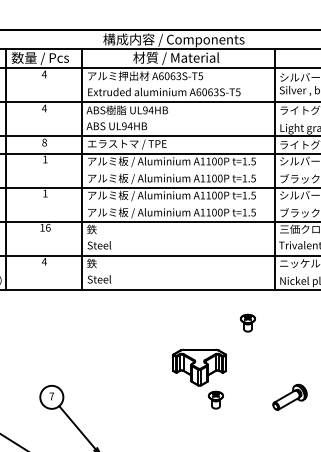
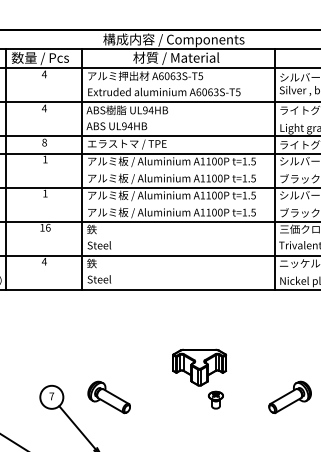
part at (247, 322): present -> none
part at (289, 396) size: 36x28 px -> 44x34 px
part at (108, 397): none -> present
